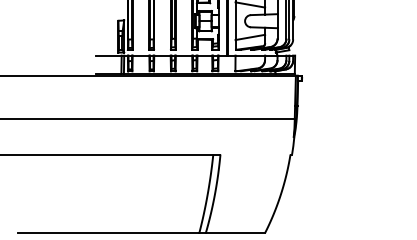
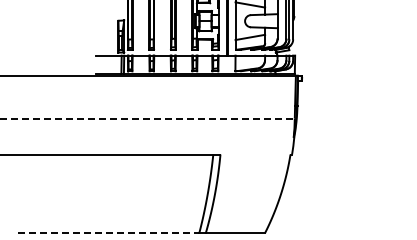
line at (148, 118): solid -> dashed
line at (109, 233): solid -> dashed
